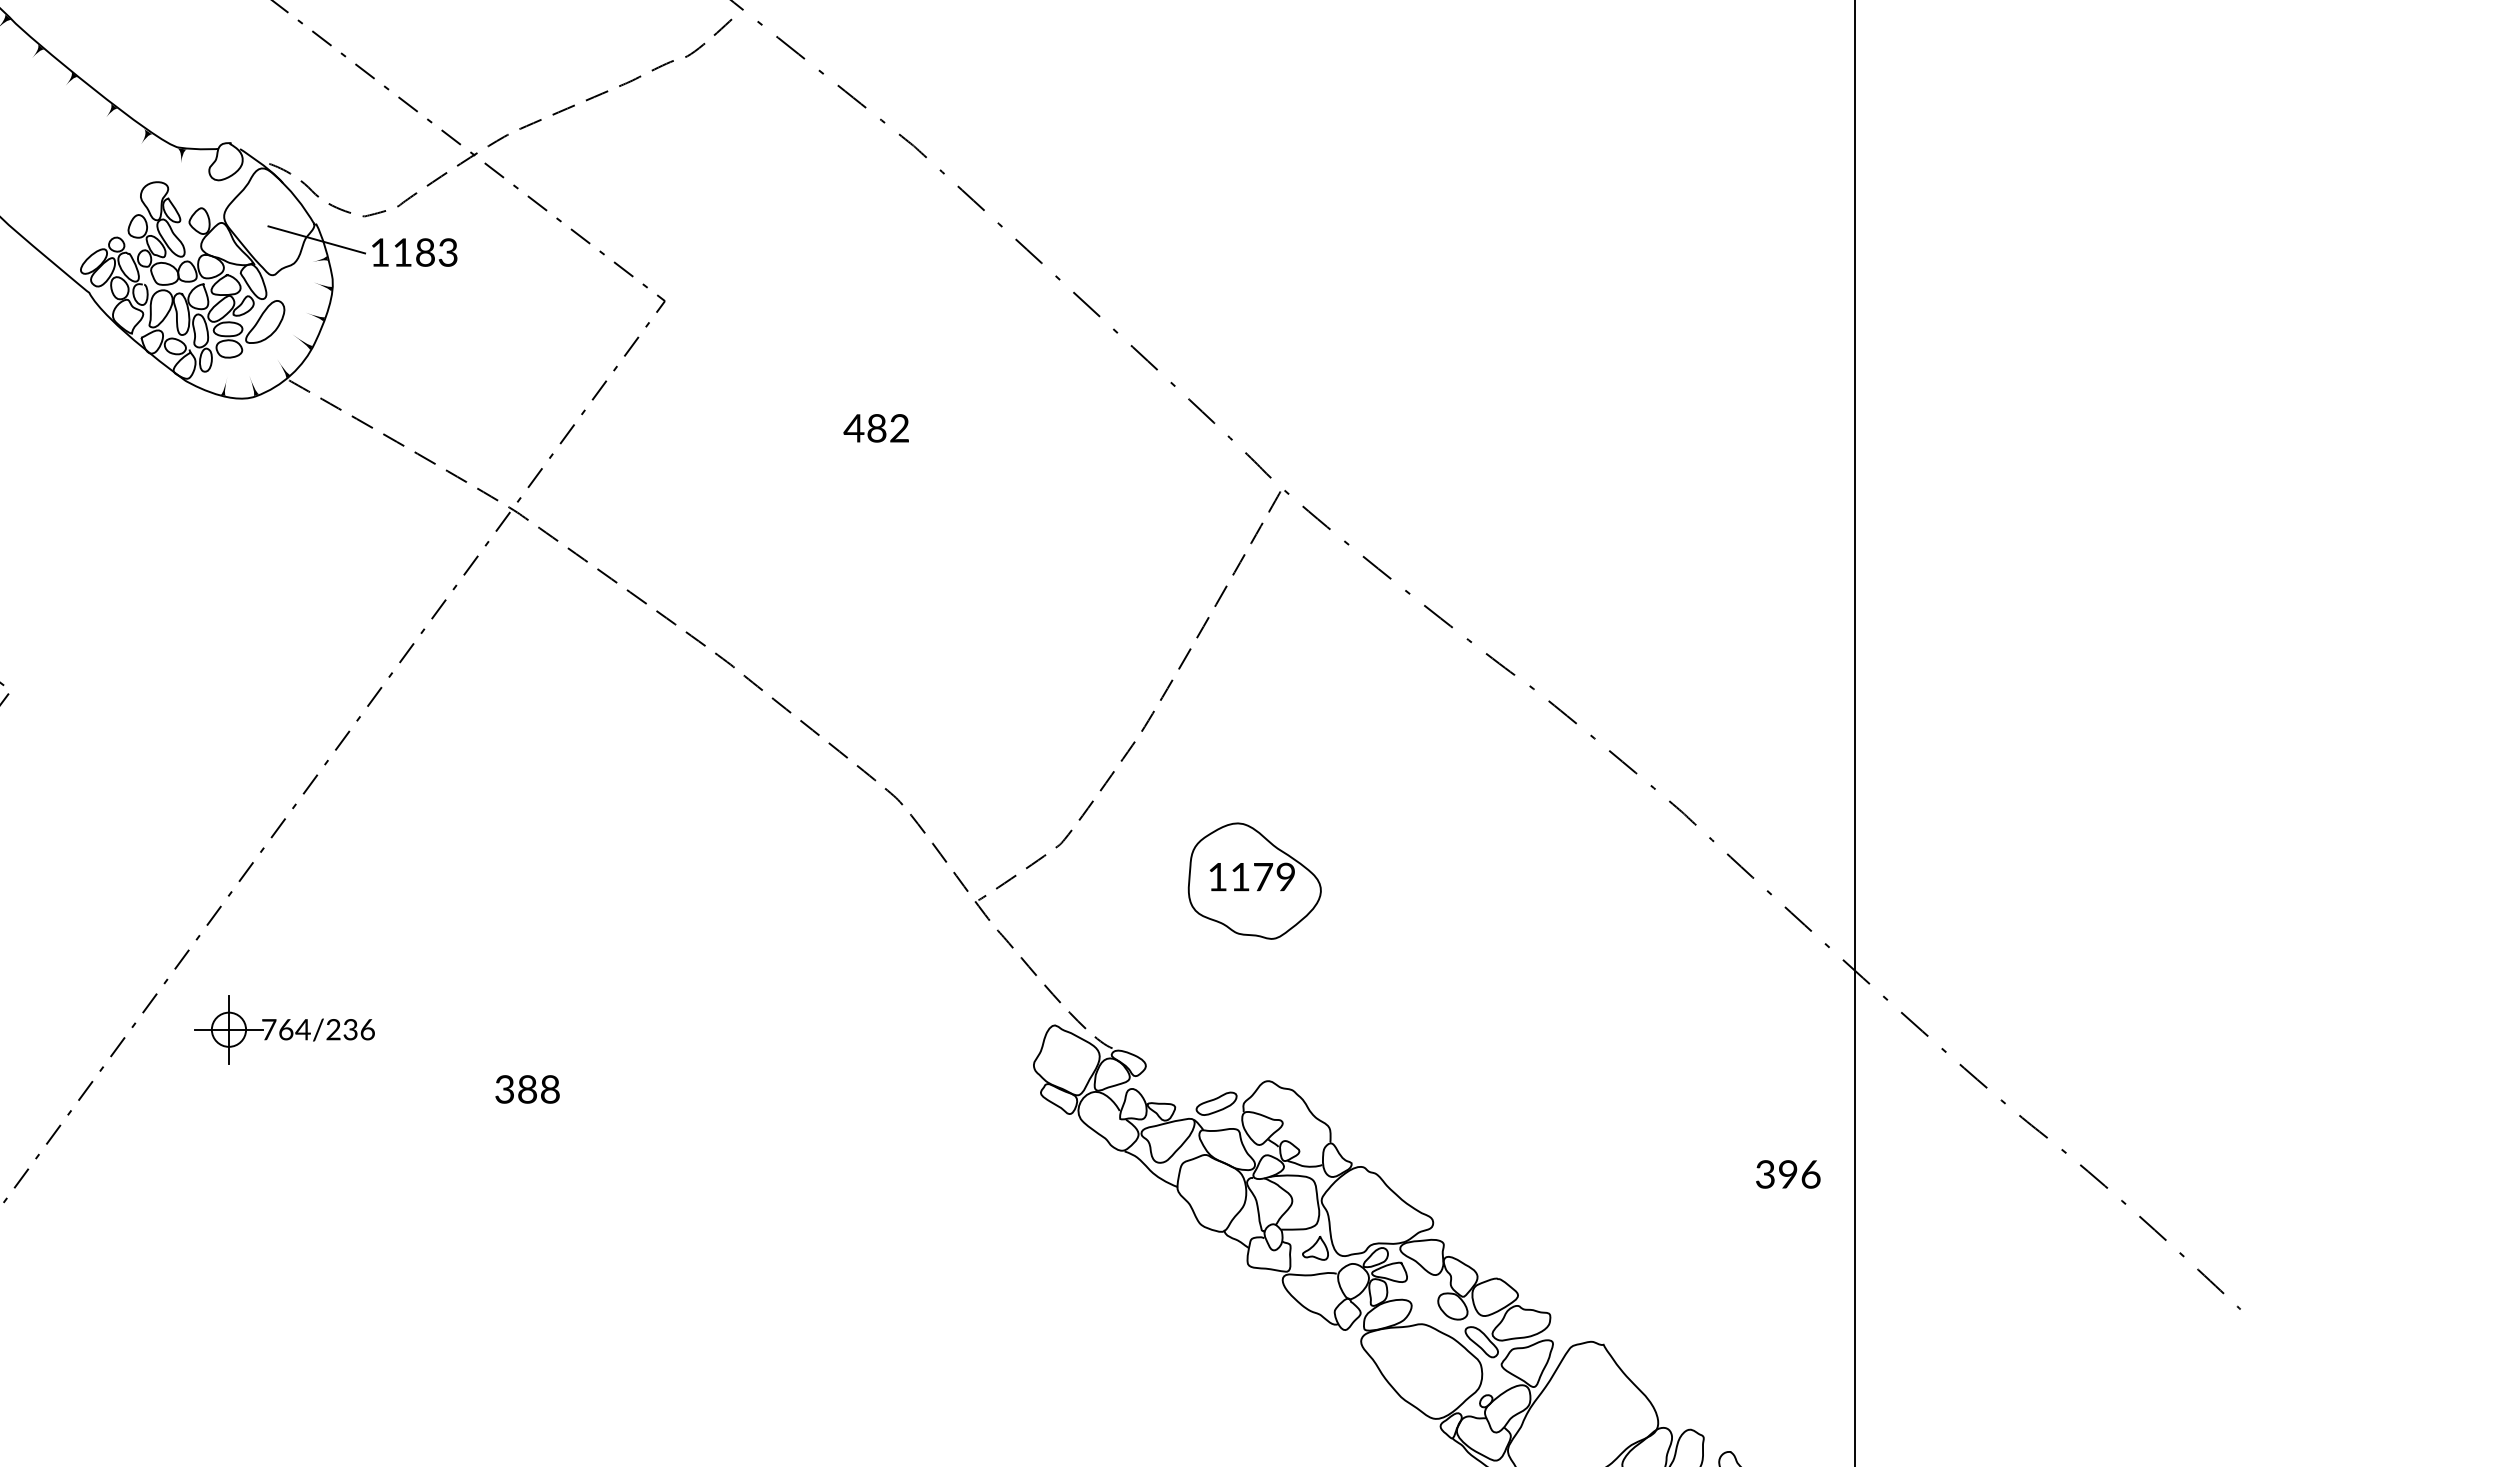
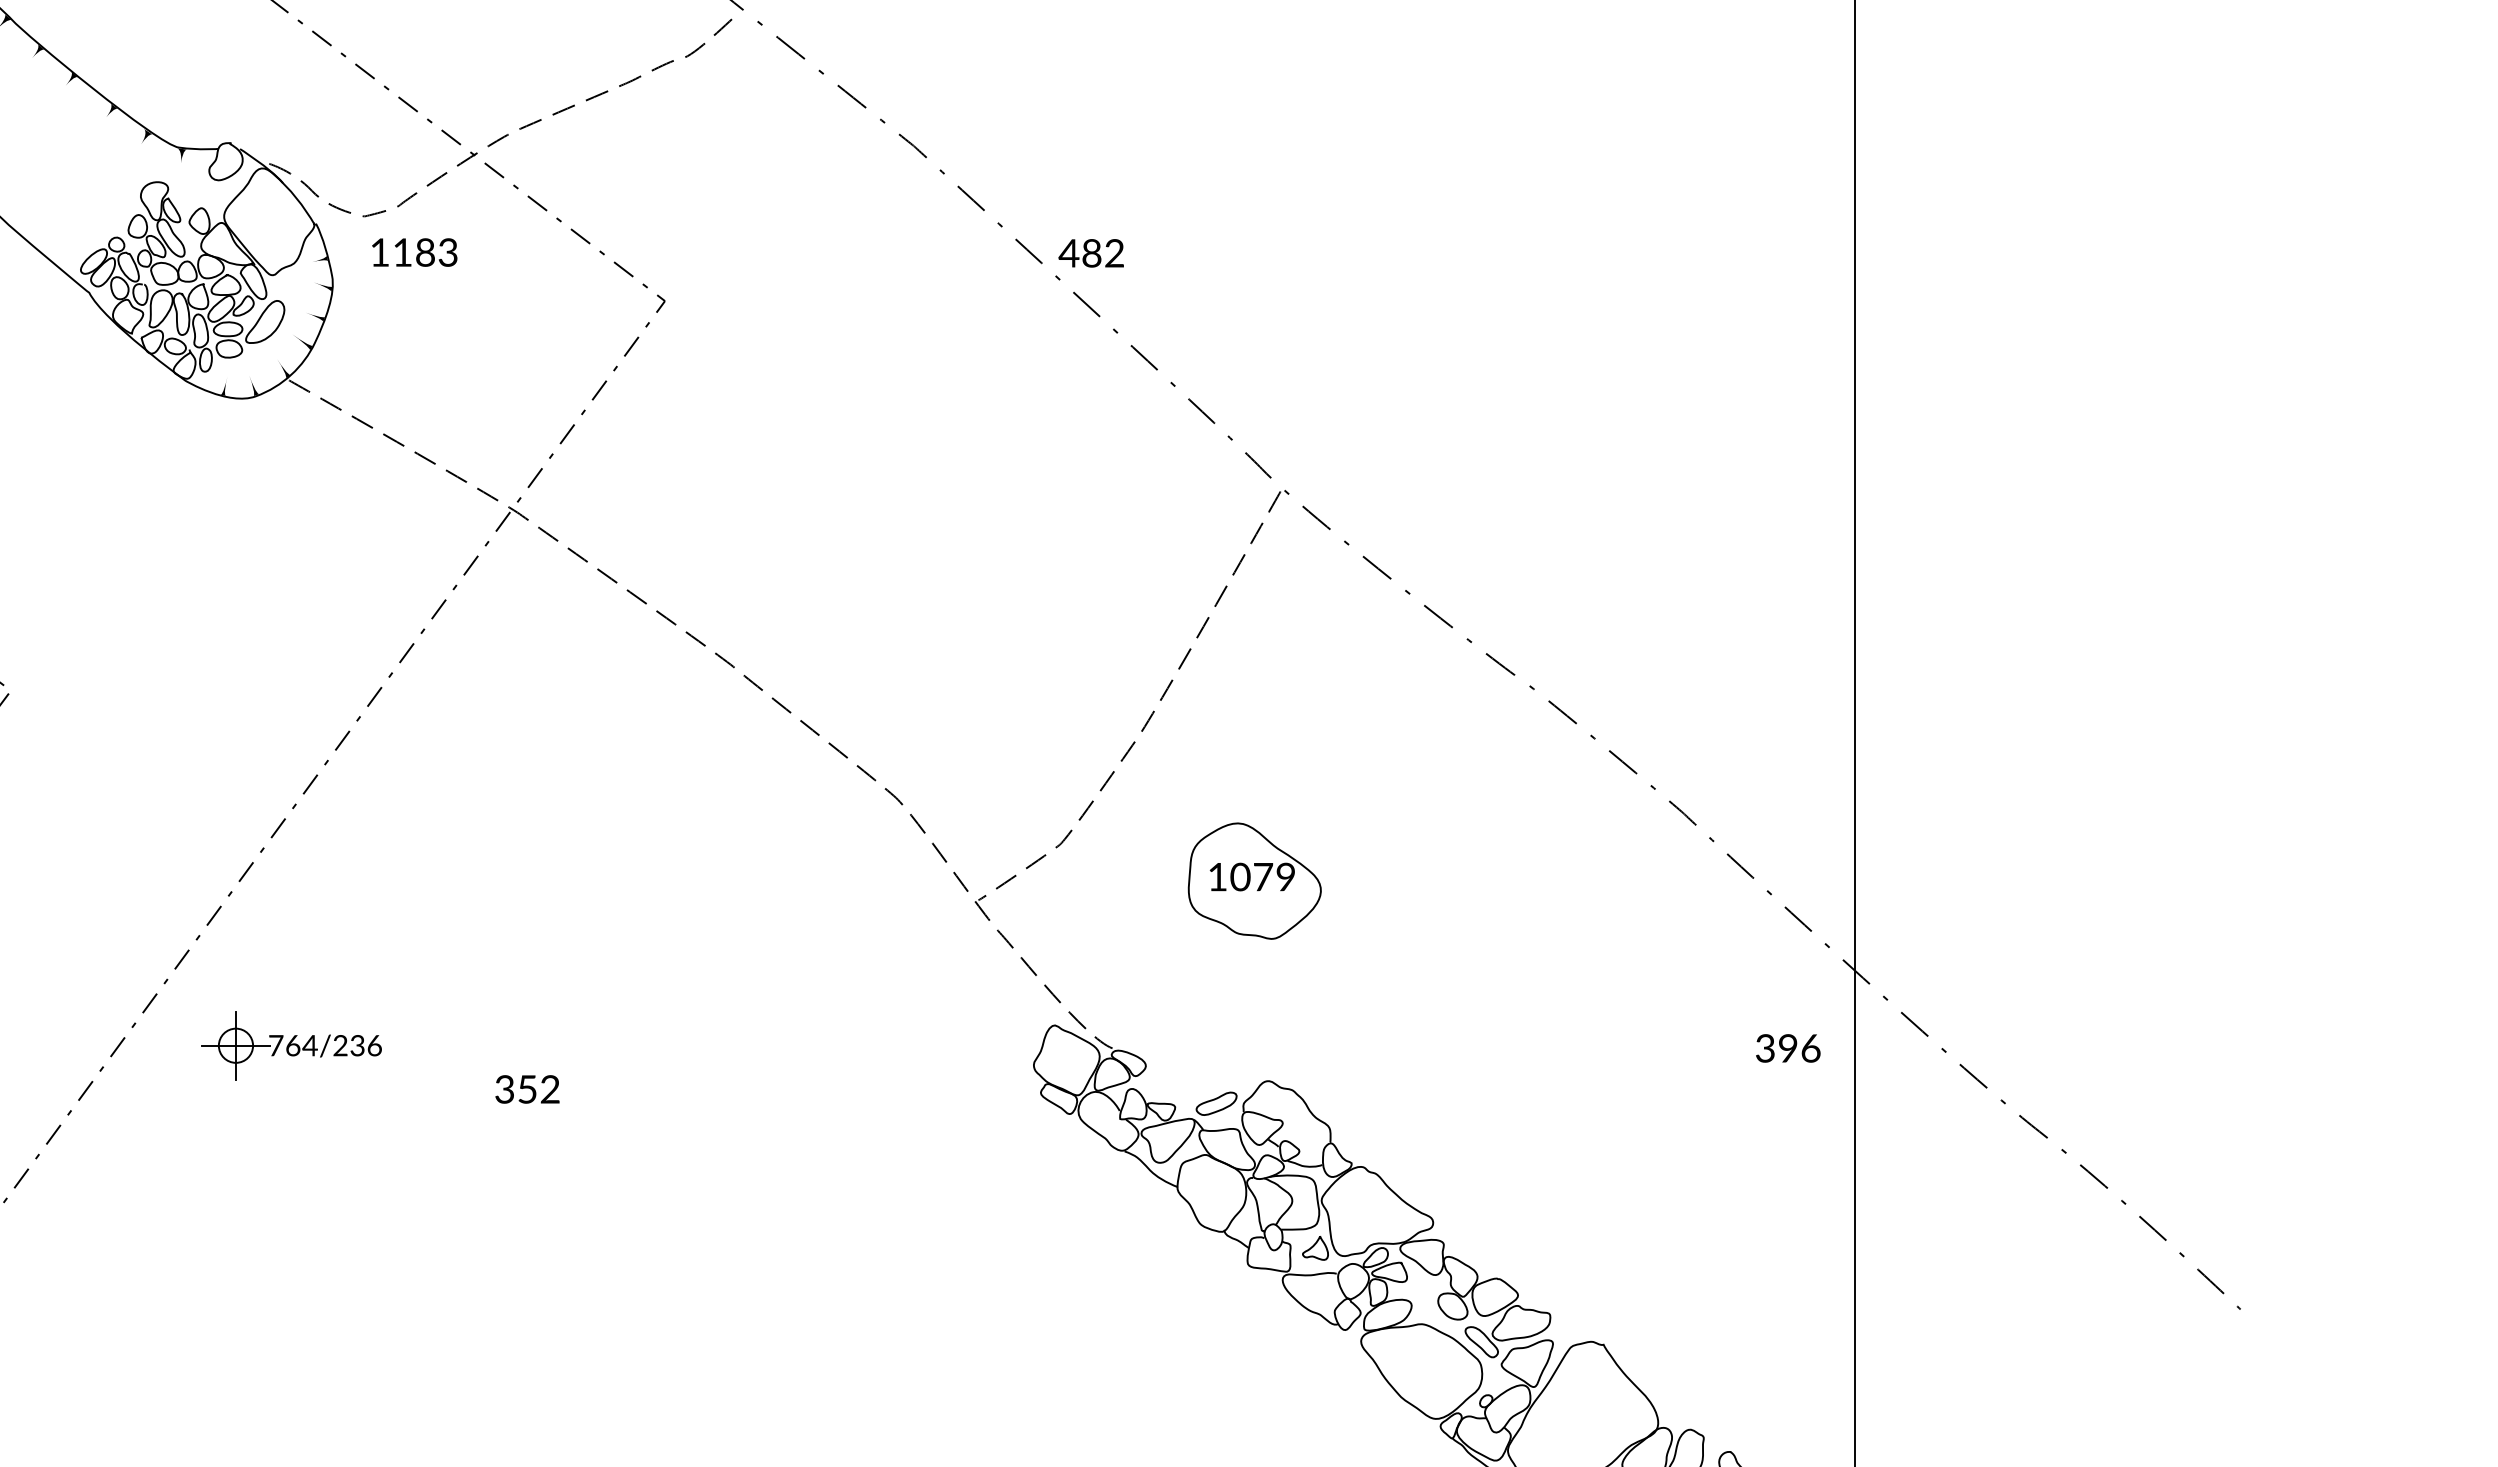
line at (316, 239): present -> none
text at (875, 428) position: (875, 428) -> (1090, 253)
text at (1240, 876): 1179 -> 1079
part at (284, 1029) position: (284, 1029) -> (291, 1045)
text at (538, 1089): 388 -> 352
text at (1788, 1174) position: (1788, 1174) -> (1788, 1048)
